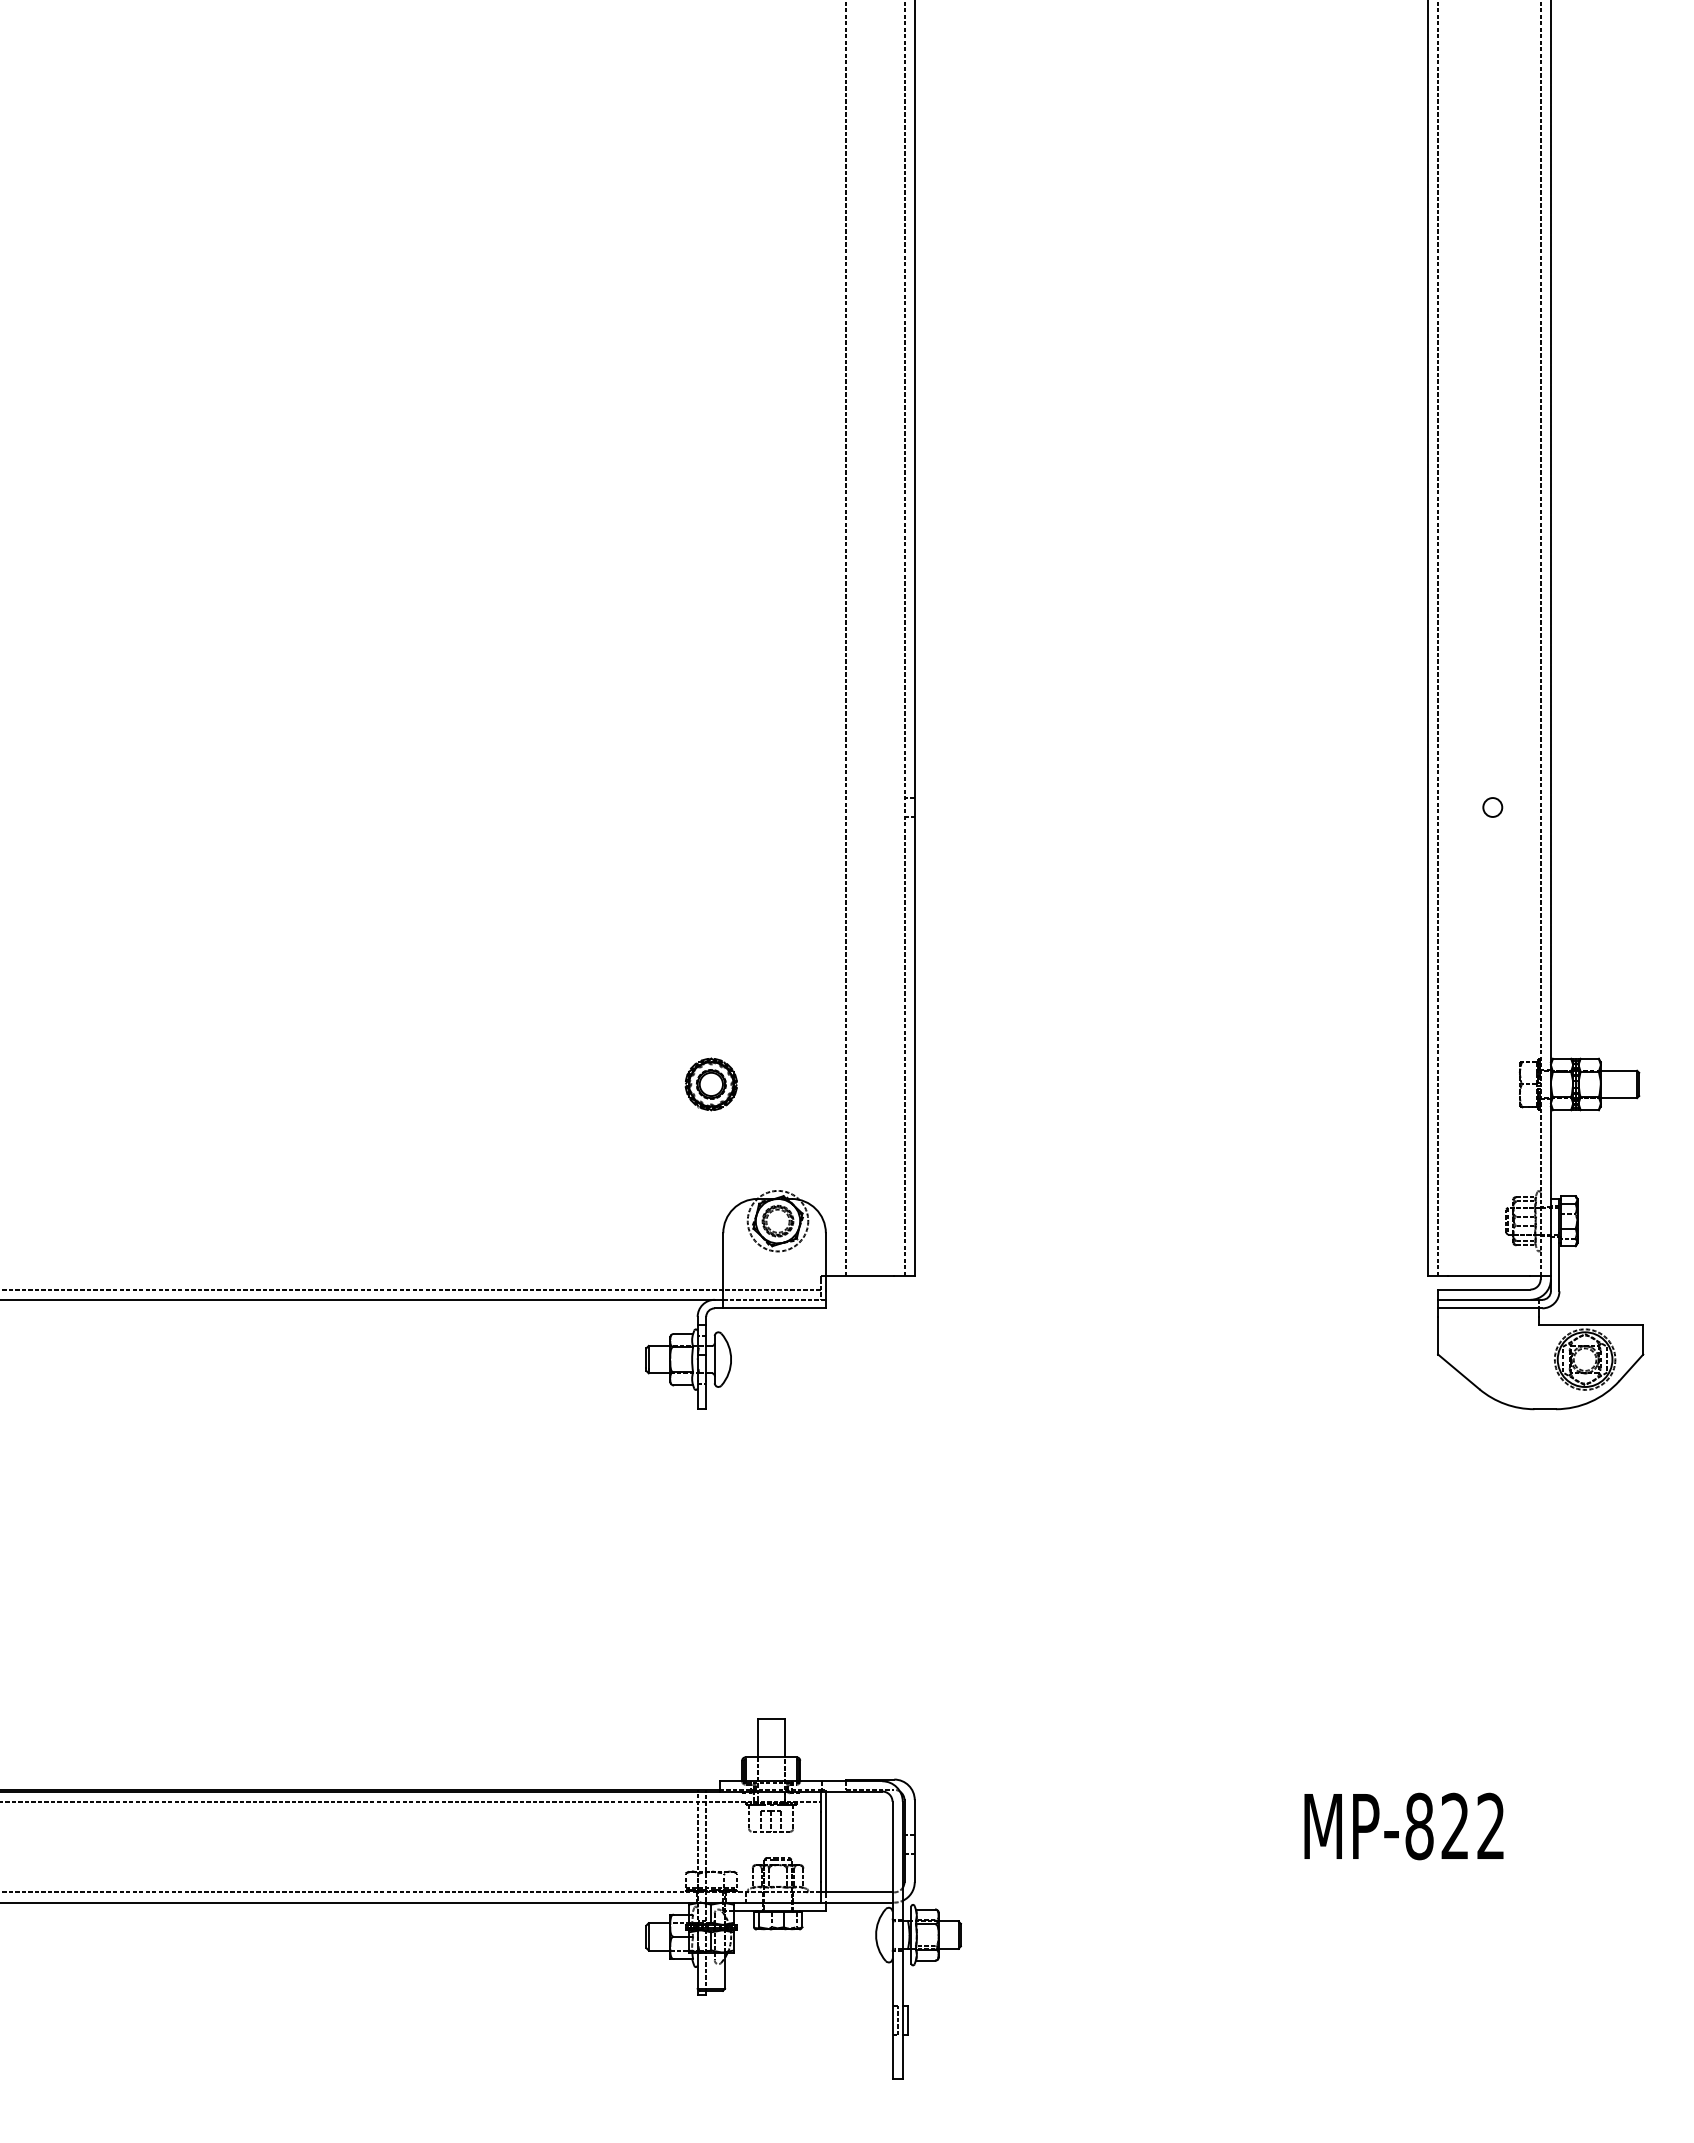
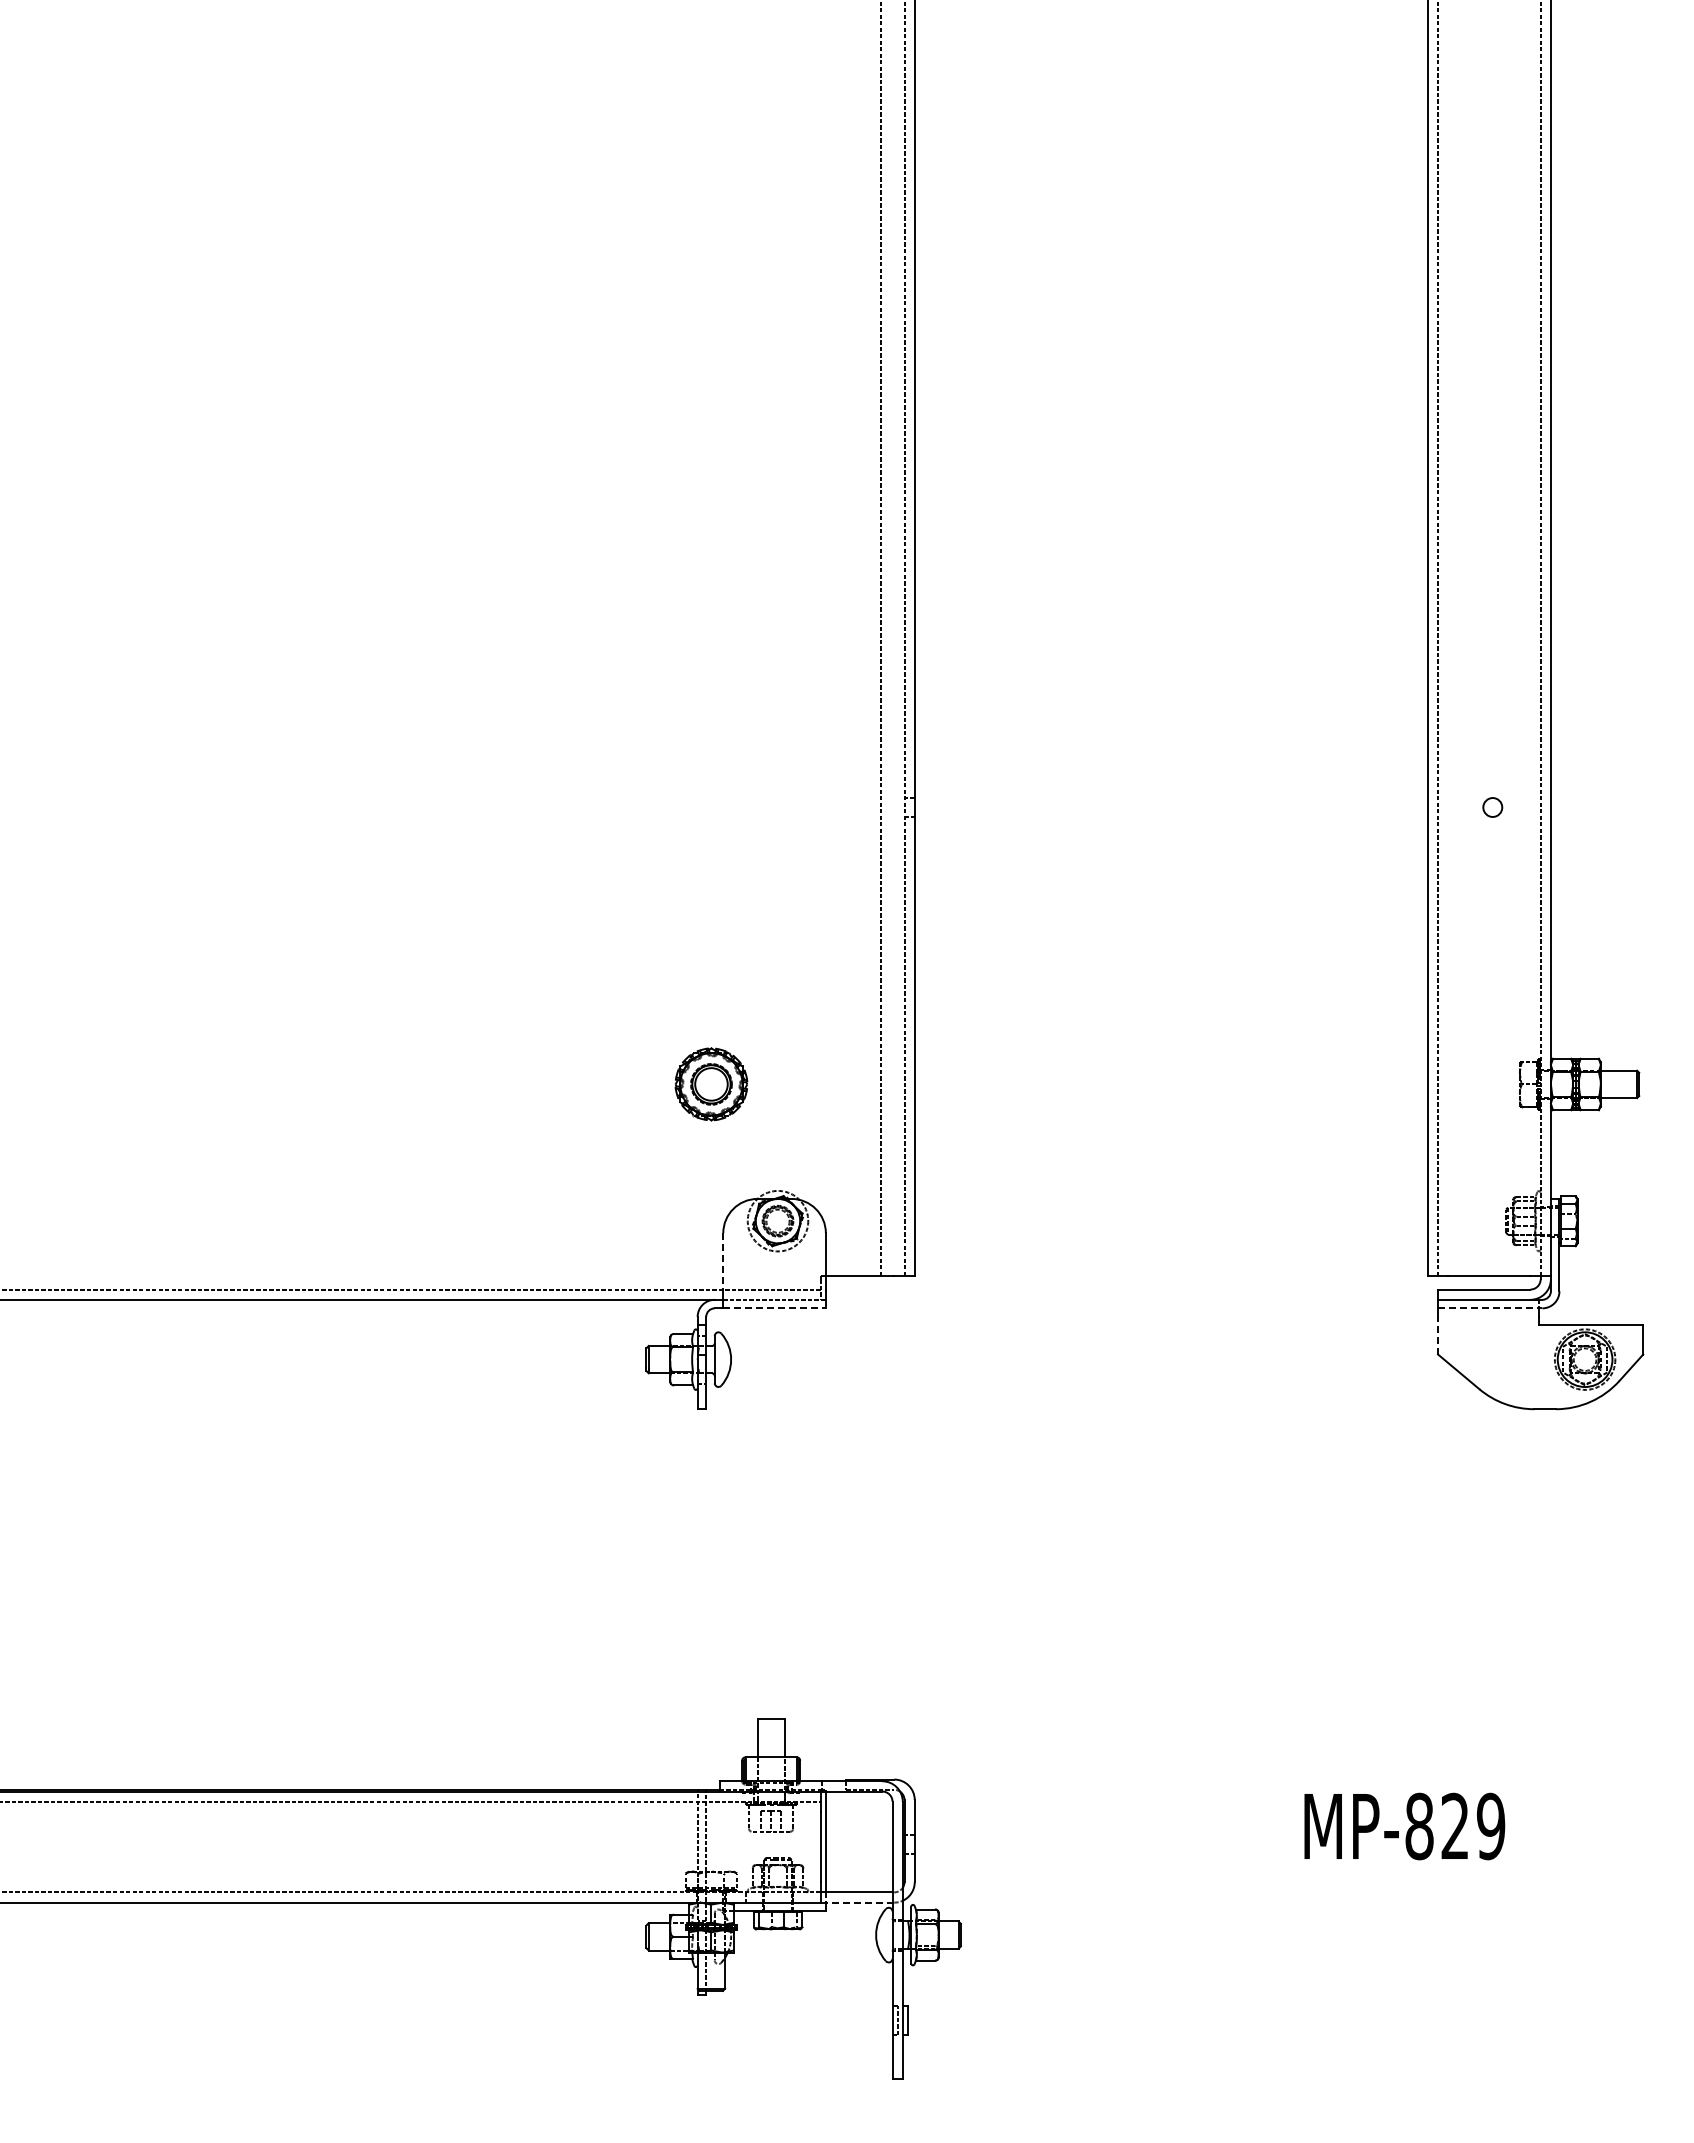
line at (846, 638) position: (846, 638) -> (881, 638)
part at (710, 1084) size: 54x55 px -> 75x75 px
line at (723, 1262): solid -> dashed
line at (775, 1308): solid -> dashed
line at (1490, 1308): solid -> dashed
line at (1438, 1335): solid -> dashed
text at (1491, 1826): MP-822 -> MP-829
line at (856, 1902): solid -> dashed
